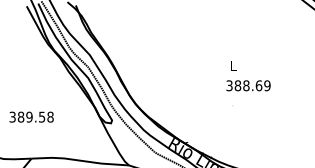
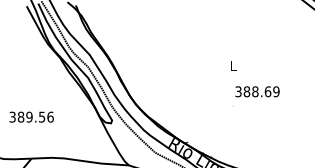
text at (248, 85) position: (248, 85) -> (257, 91)
text at (50, 116): 389.58 -> 389.56
